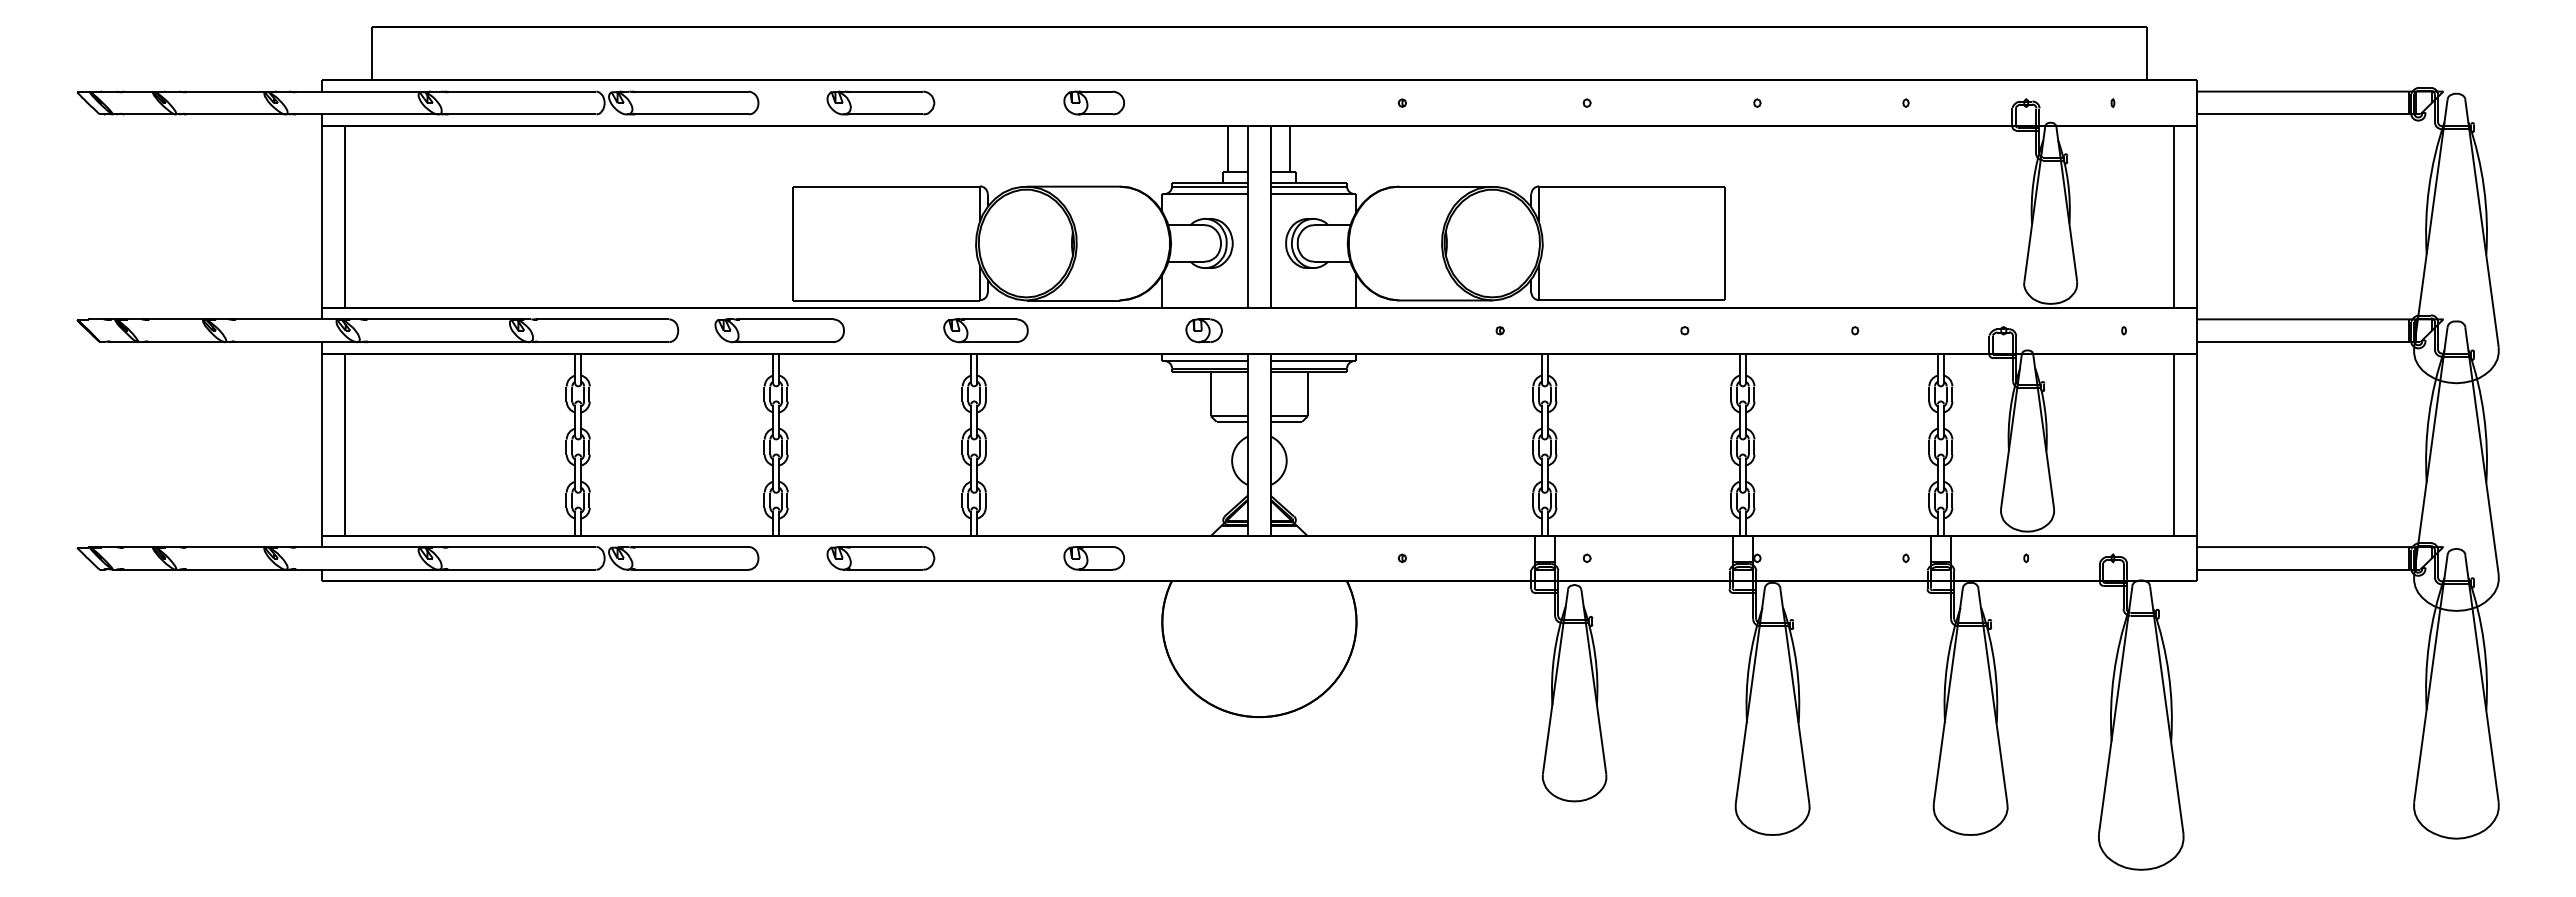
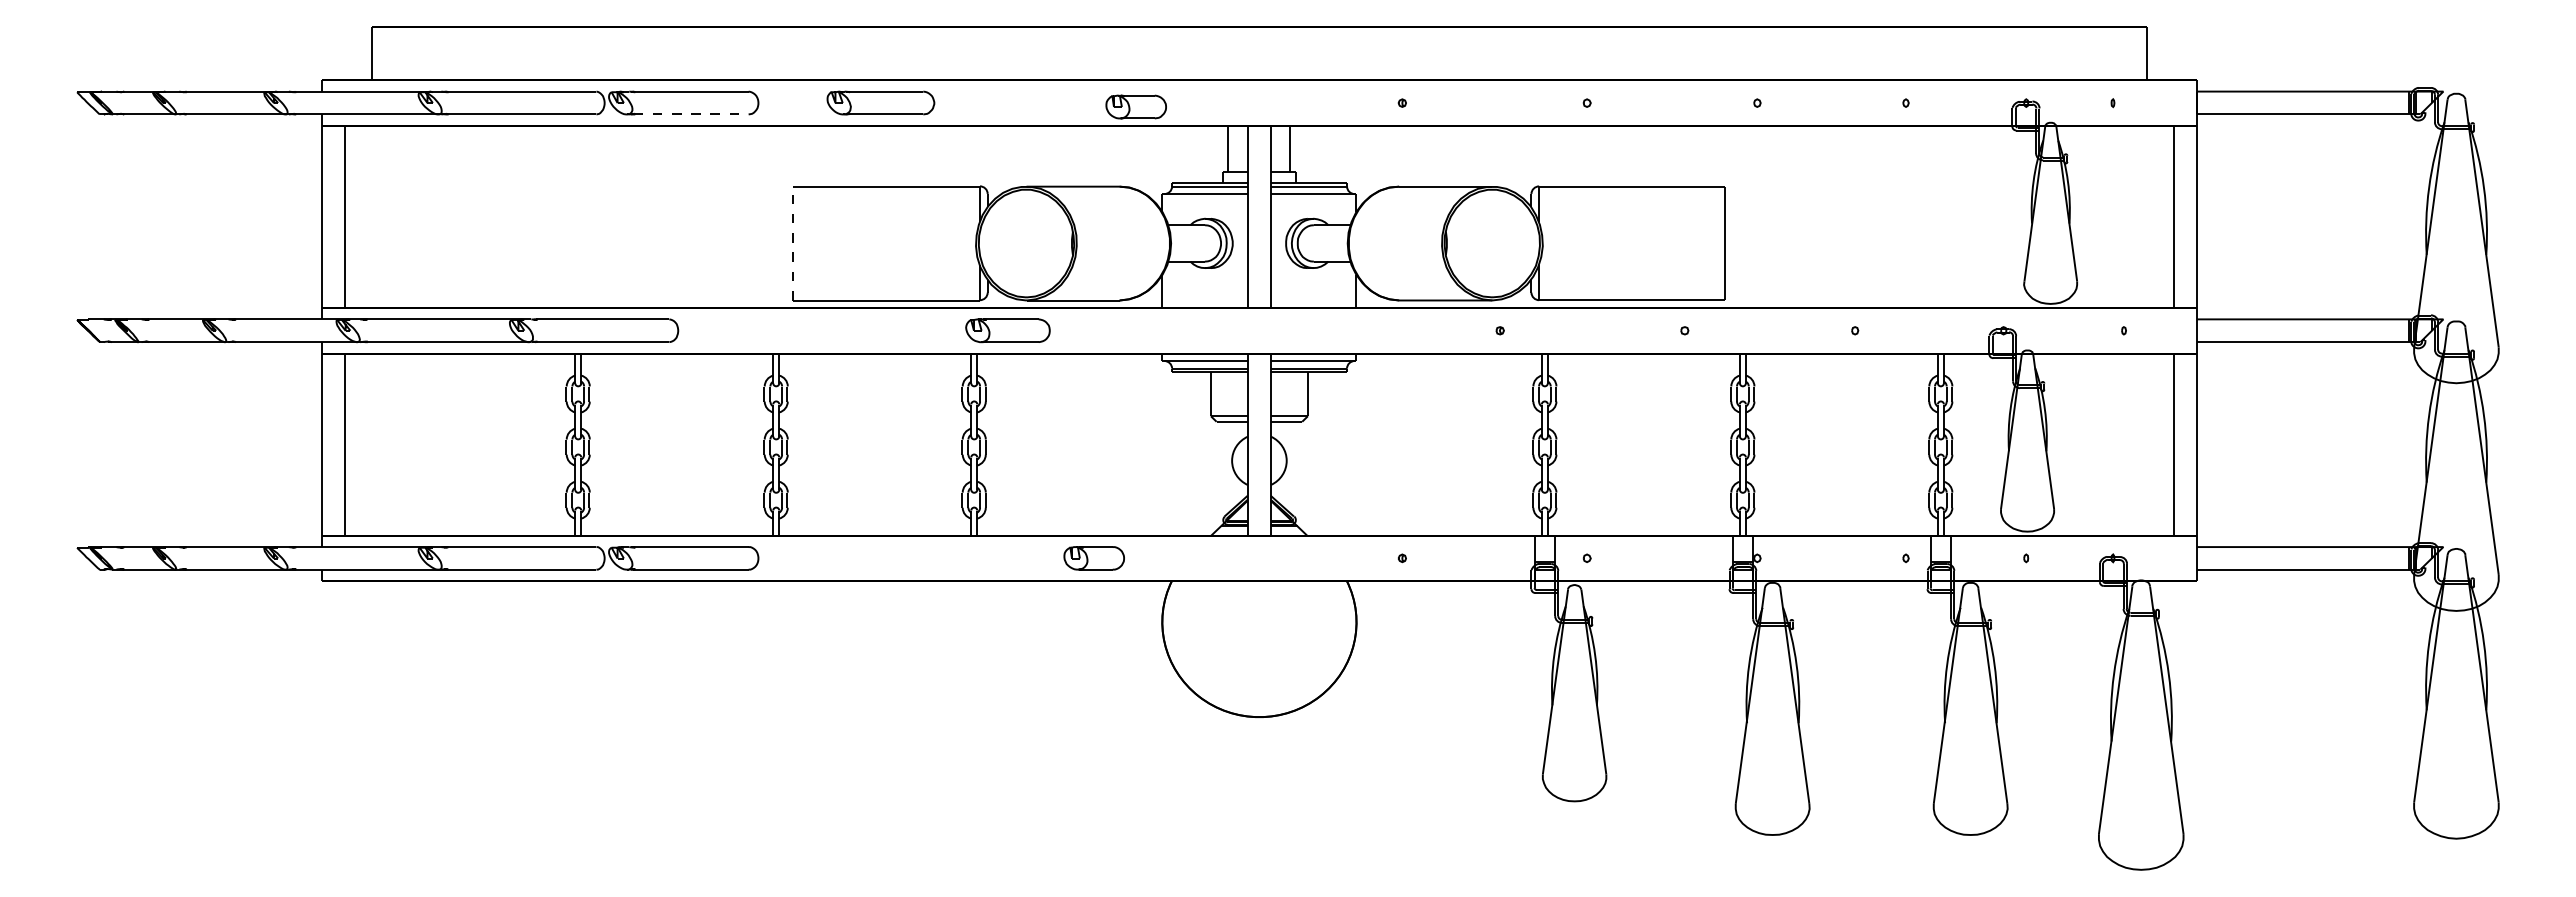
part at (1093, 102) position: (1093, 102) -> (1135, 106)
line at (691, 114): solid -> dashed
line at (793, 243): solid -> dashed
part at (779, 330): present -> none
part at (985, 330) position: (985, 330) -> (1007, 330)
part at (1203, 330): present -> none
part at (880, 558): present -> none
